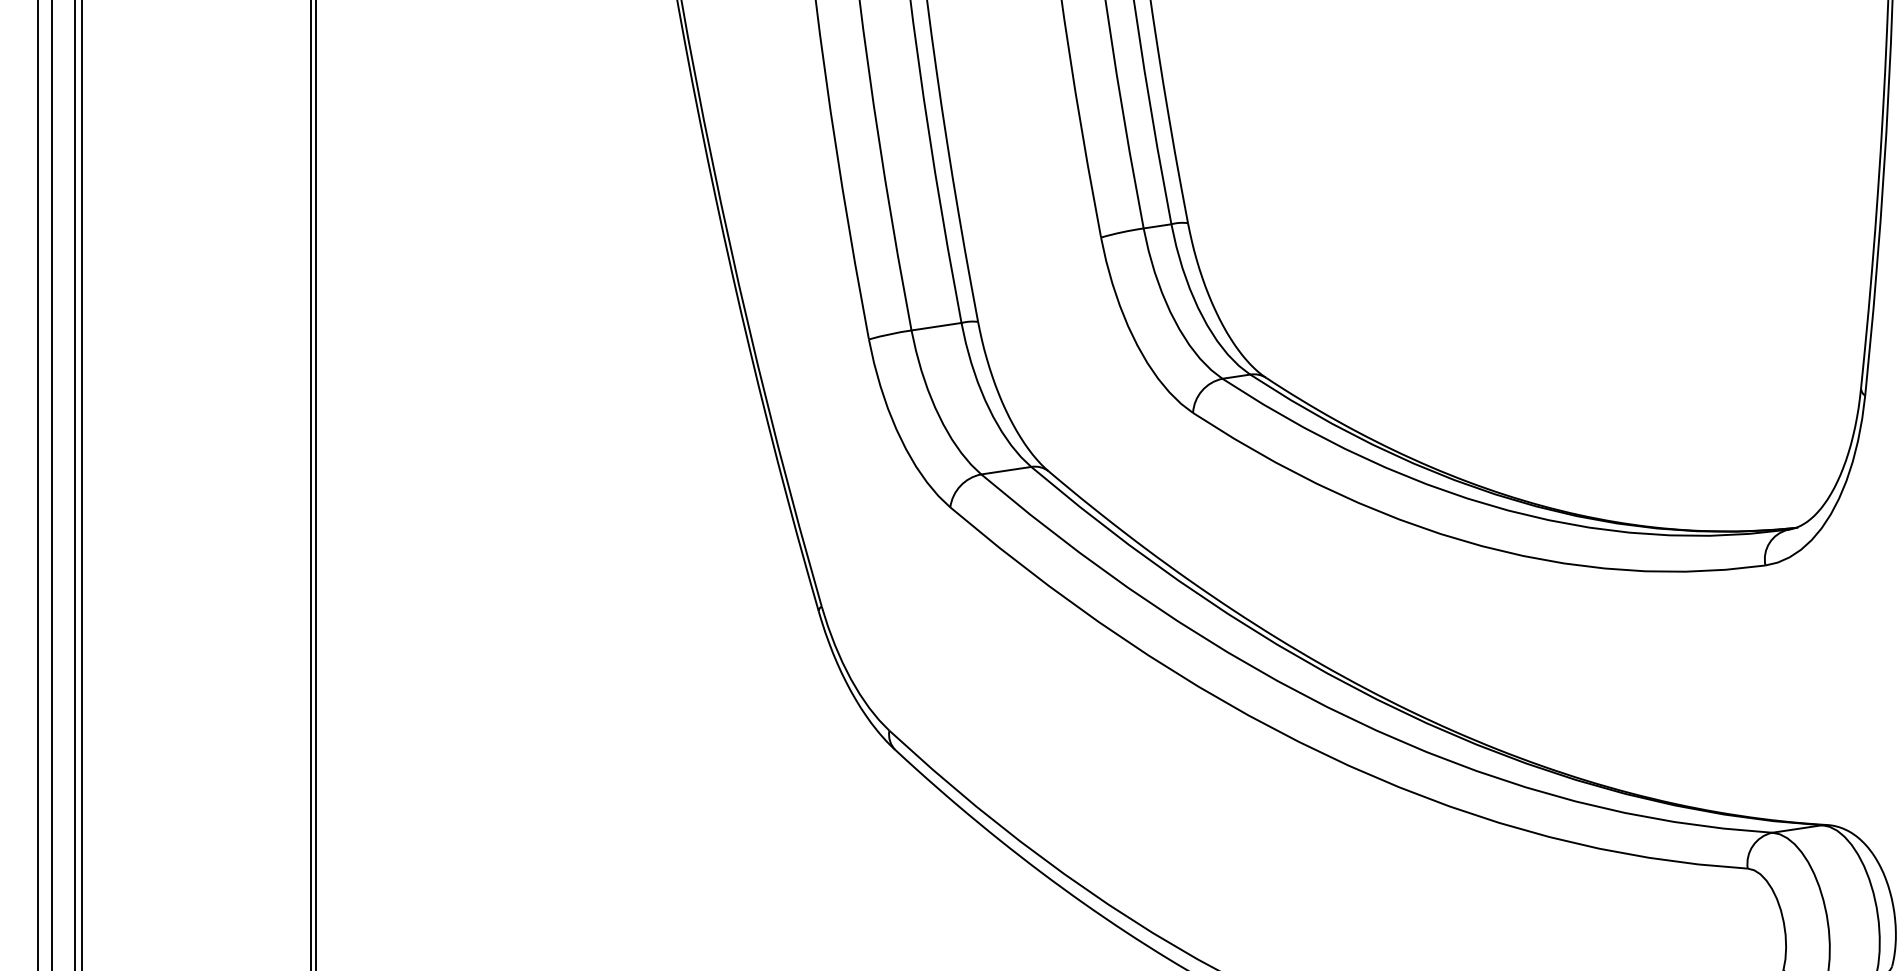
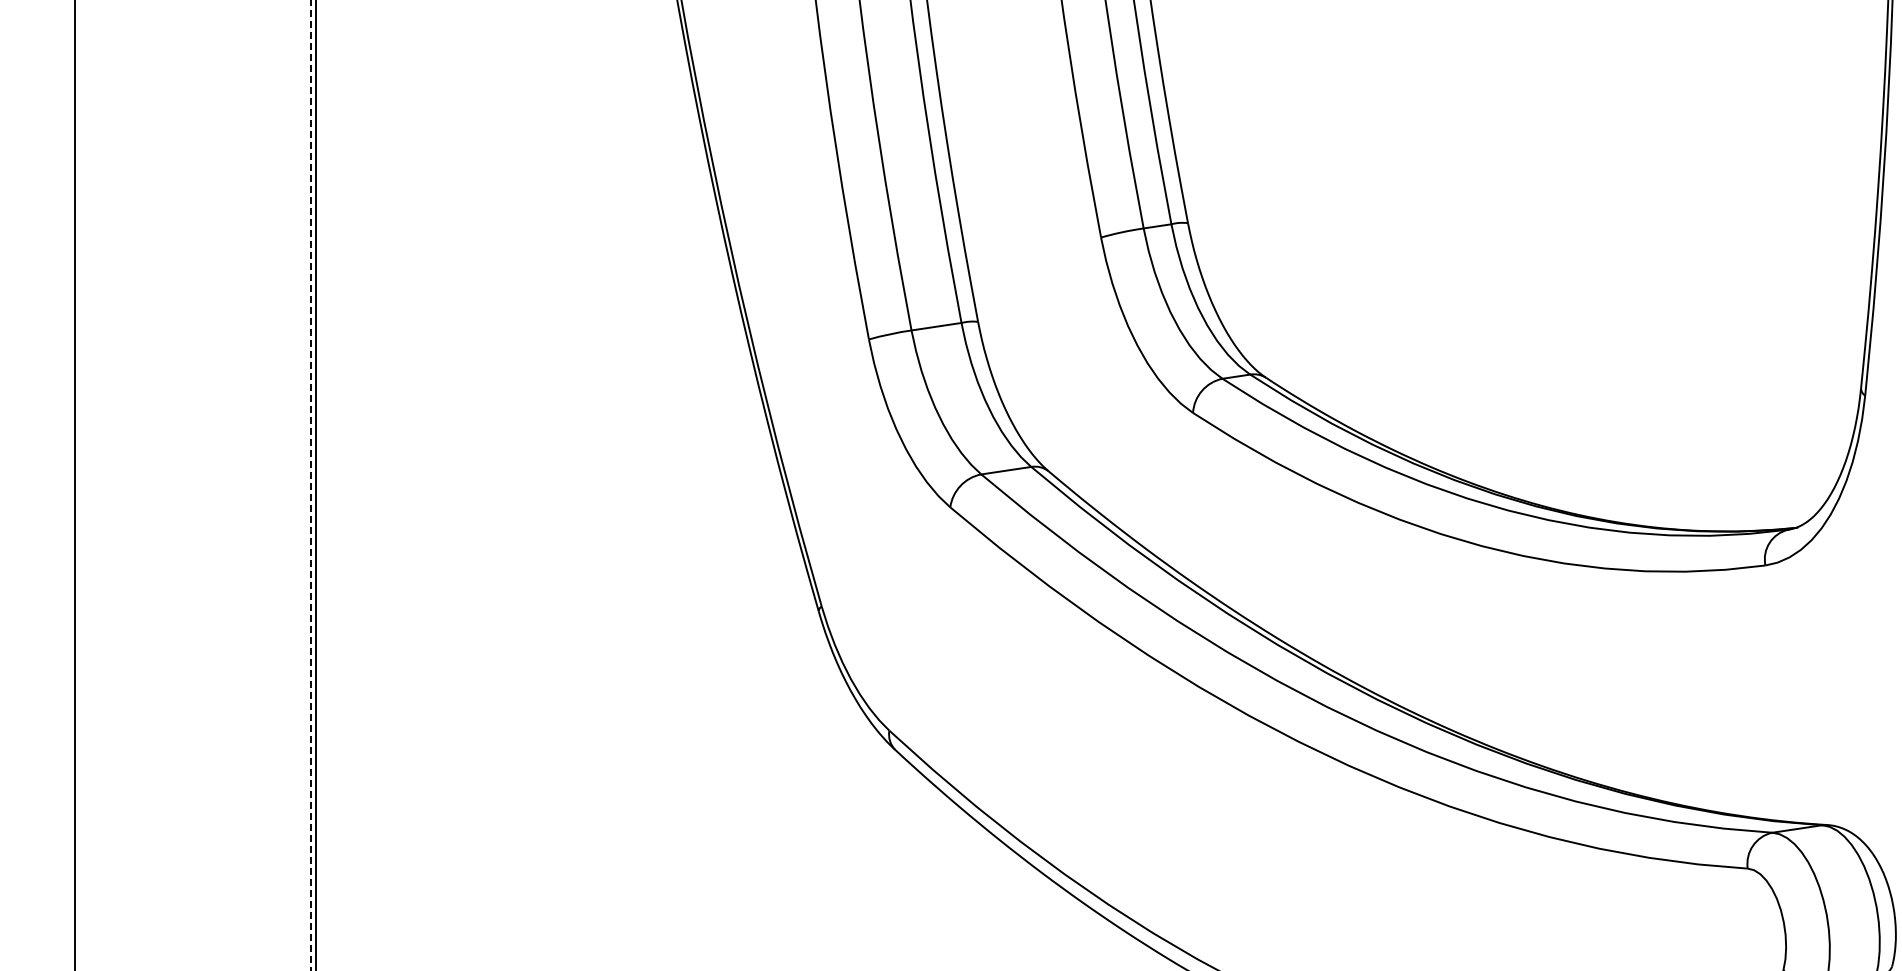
line at (37, 484): present -> none
line at (51, 484): present -> none
line at (81, 484): present -> none
line at (311, 485): solid -> dashed
